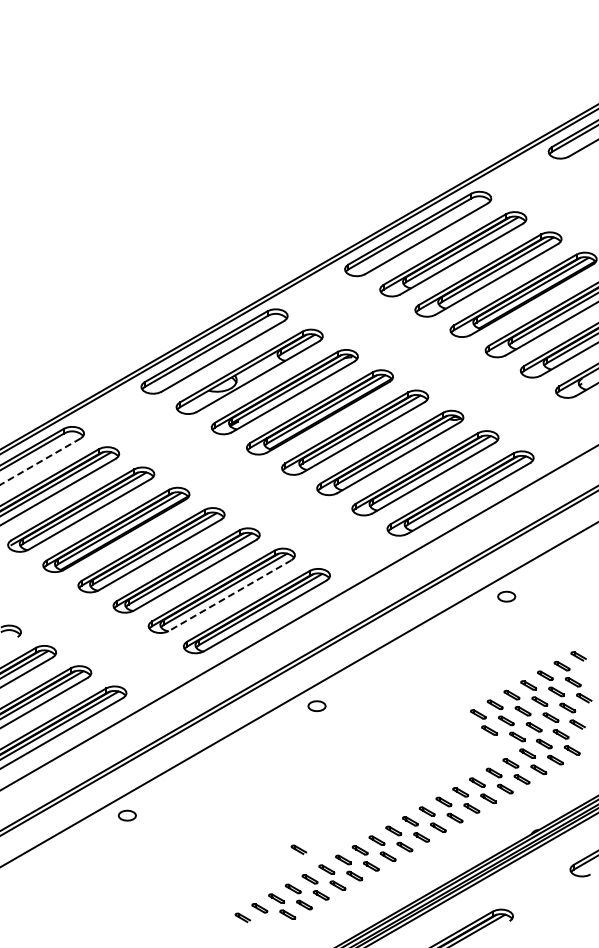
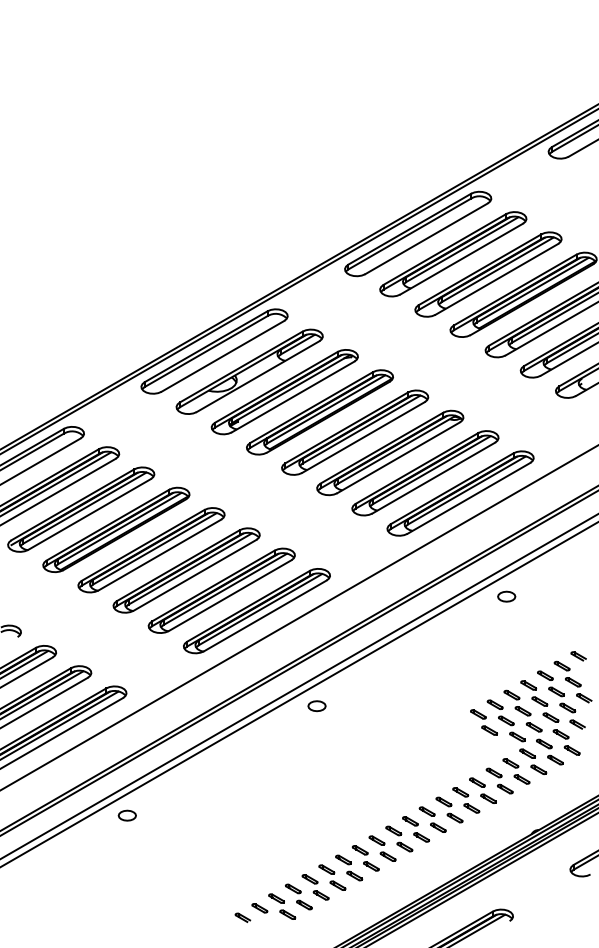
line at (40, 461): dashed -> solid
line at (230, 595): dashed -> solid
line at (298, 686): none -> present
part at (298, 849): present -> none
